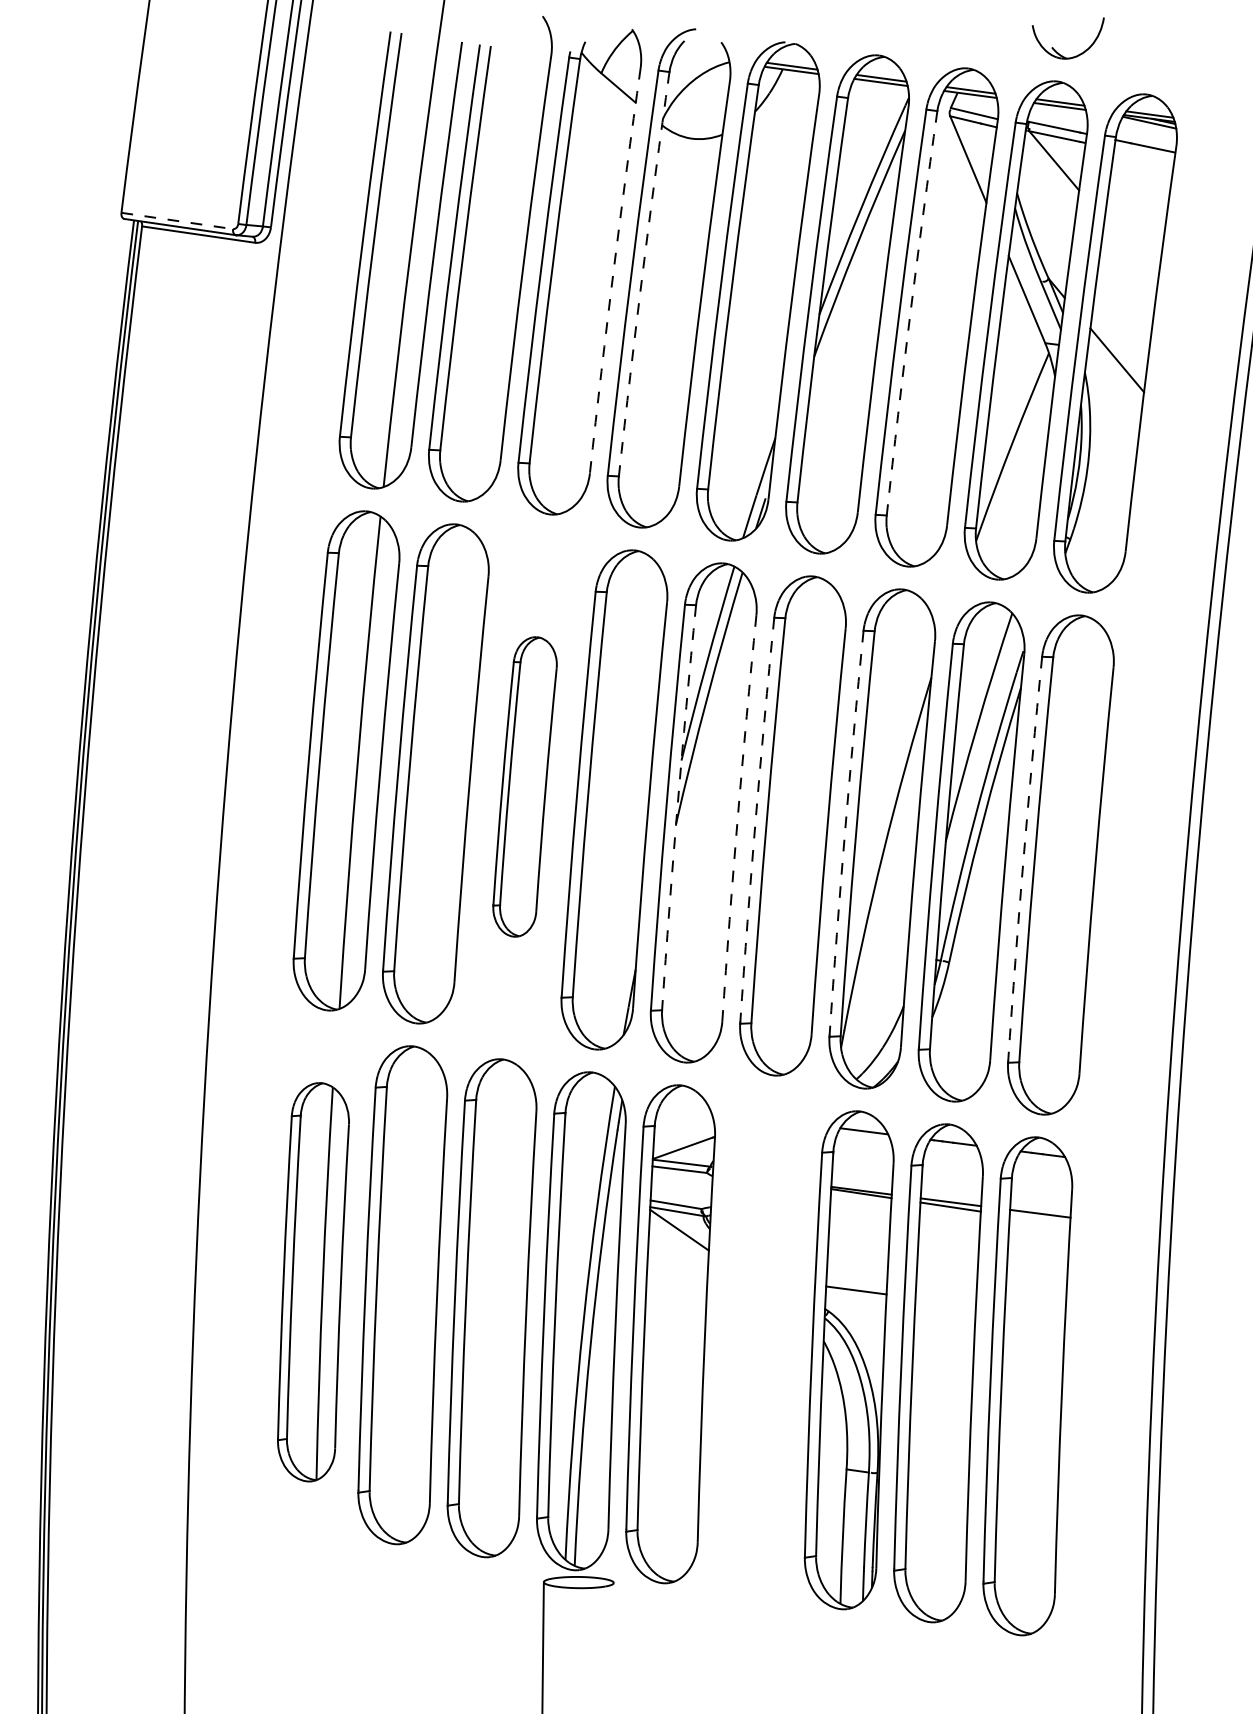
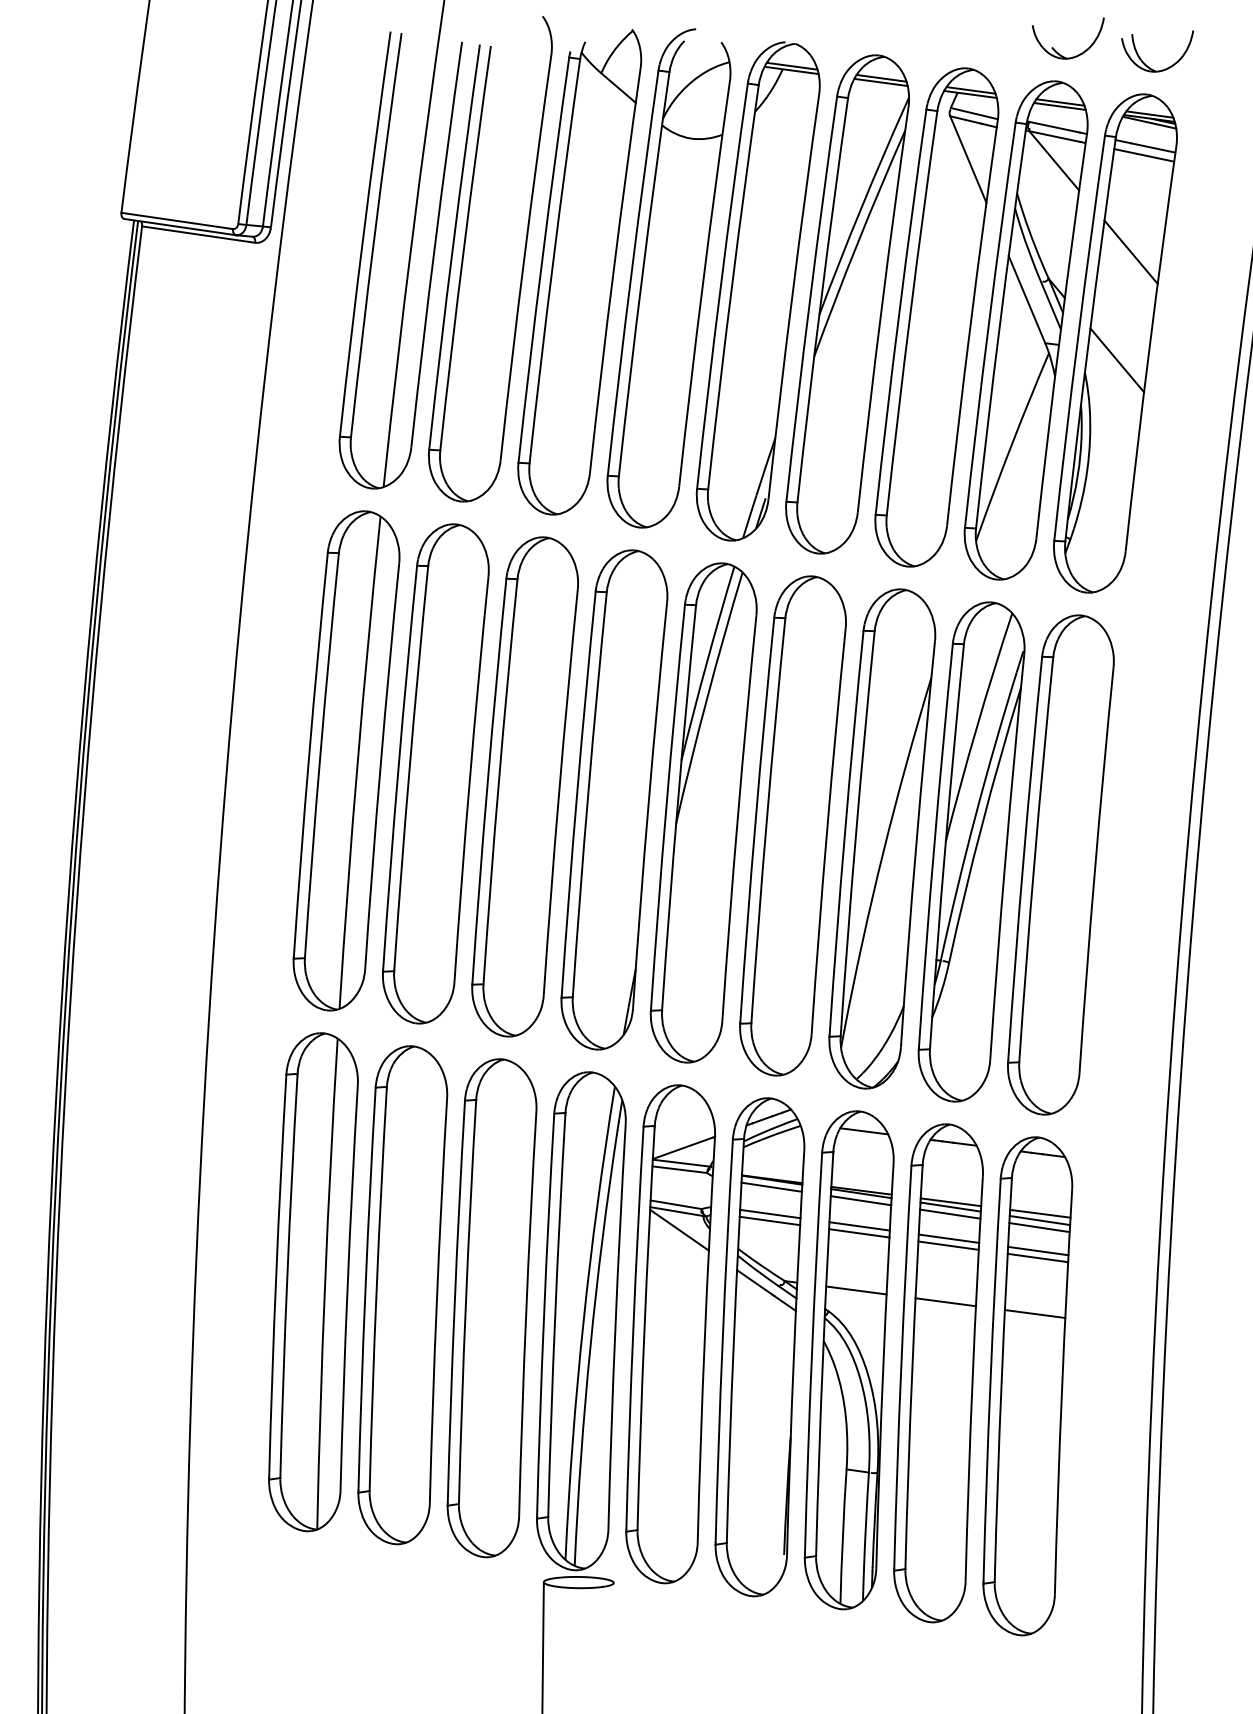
part at (1145, 63): none -> present
line at (1143, 155): none -> present
line at (177, 221): dashed -> solid
line at (1130, 251): none -> present
arc at (613, 270): dashed -> solid
arc at (642, 274): dashed -> solid
arc at (910, 313): dashed -> solid
part at (524, 786) size: 66x302 px -> 108x502 px
arc at (677, 807): dashed -> solid
arc at (737, 818): dashed -> solid
arc at (755, 820): dashed -> solid
arc at (844, 833): dashed -> solid
arc at (1023, 859): dashed -> solid
line at (860, 1200): none -> present
line at (950, 1213): none -> present
line at (1039, 1220): none -> present
line at (859, 1226): none -> present
line at (1039, 1227): none -> present
line at (859, 1233): none -> present
line at (948, 1238): none -> present
line at (948, 1245): none -> present
line at (1038, 1250): none -> present
line at (1037, 1257): none -> present
part at (313, 1282) size: 73x401 px -> 91x501 px
line at (945, 1302): none -> present
line at (1034, 1314): none -> present
part at (759, 1347): none -> present
